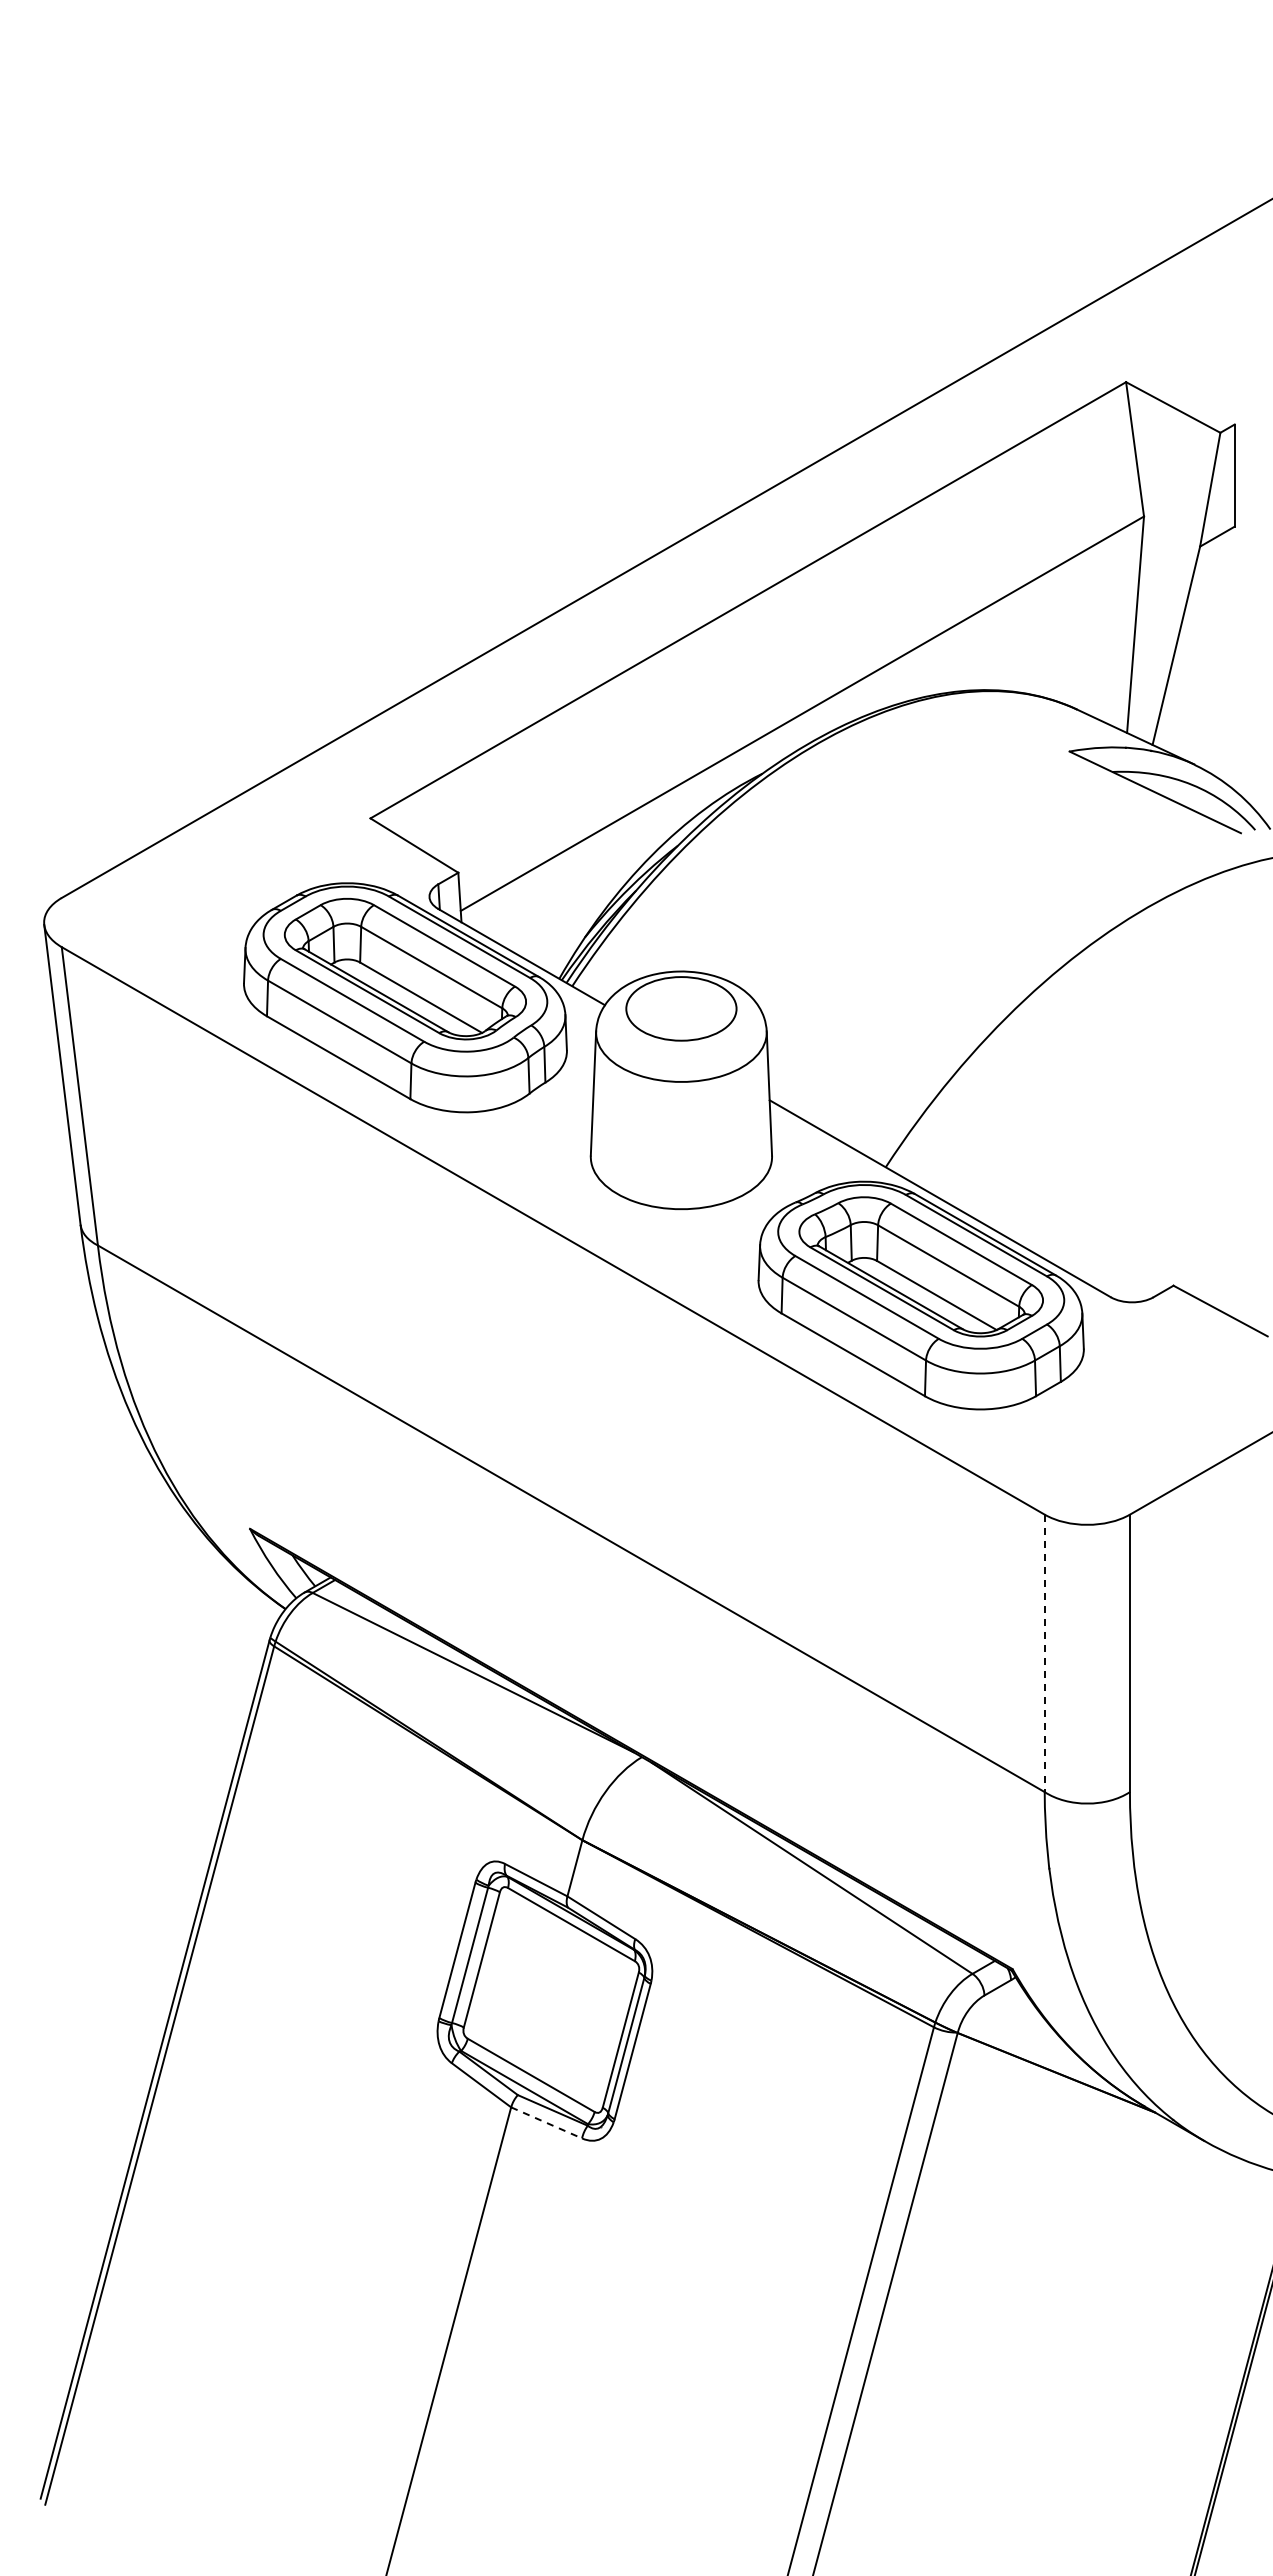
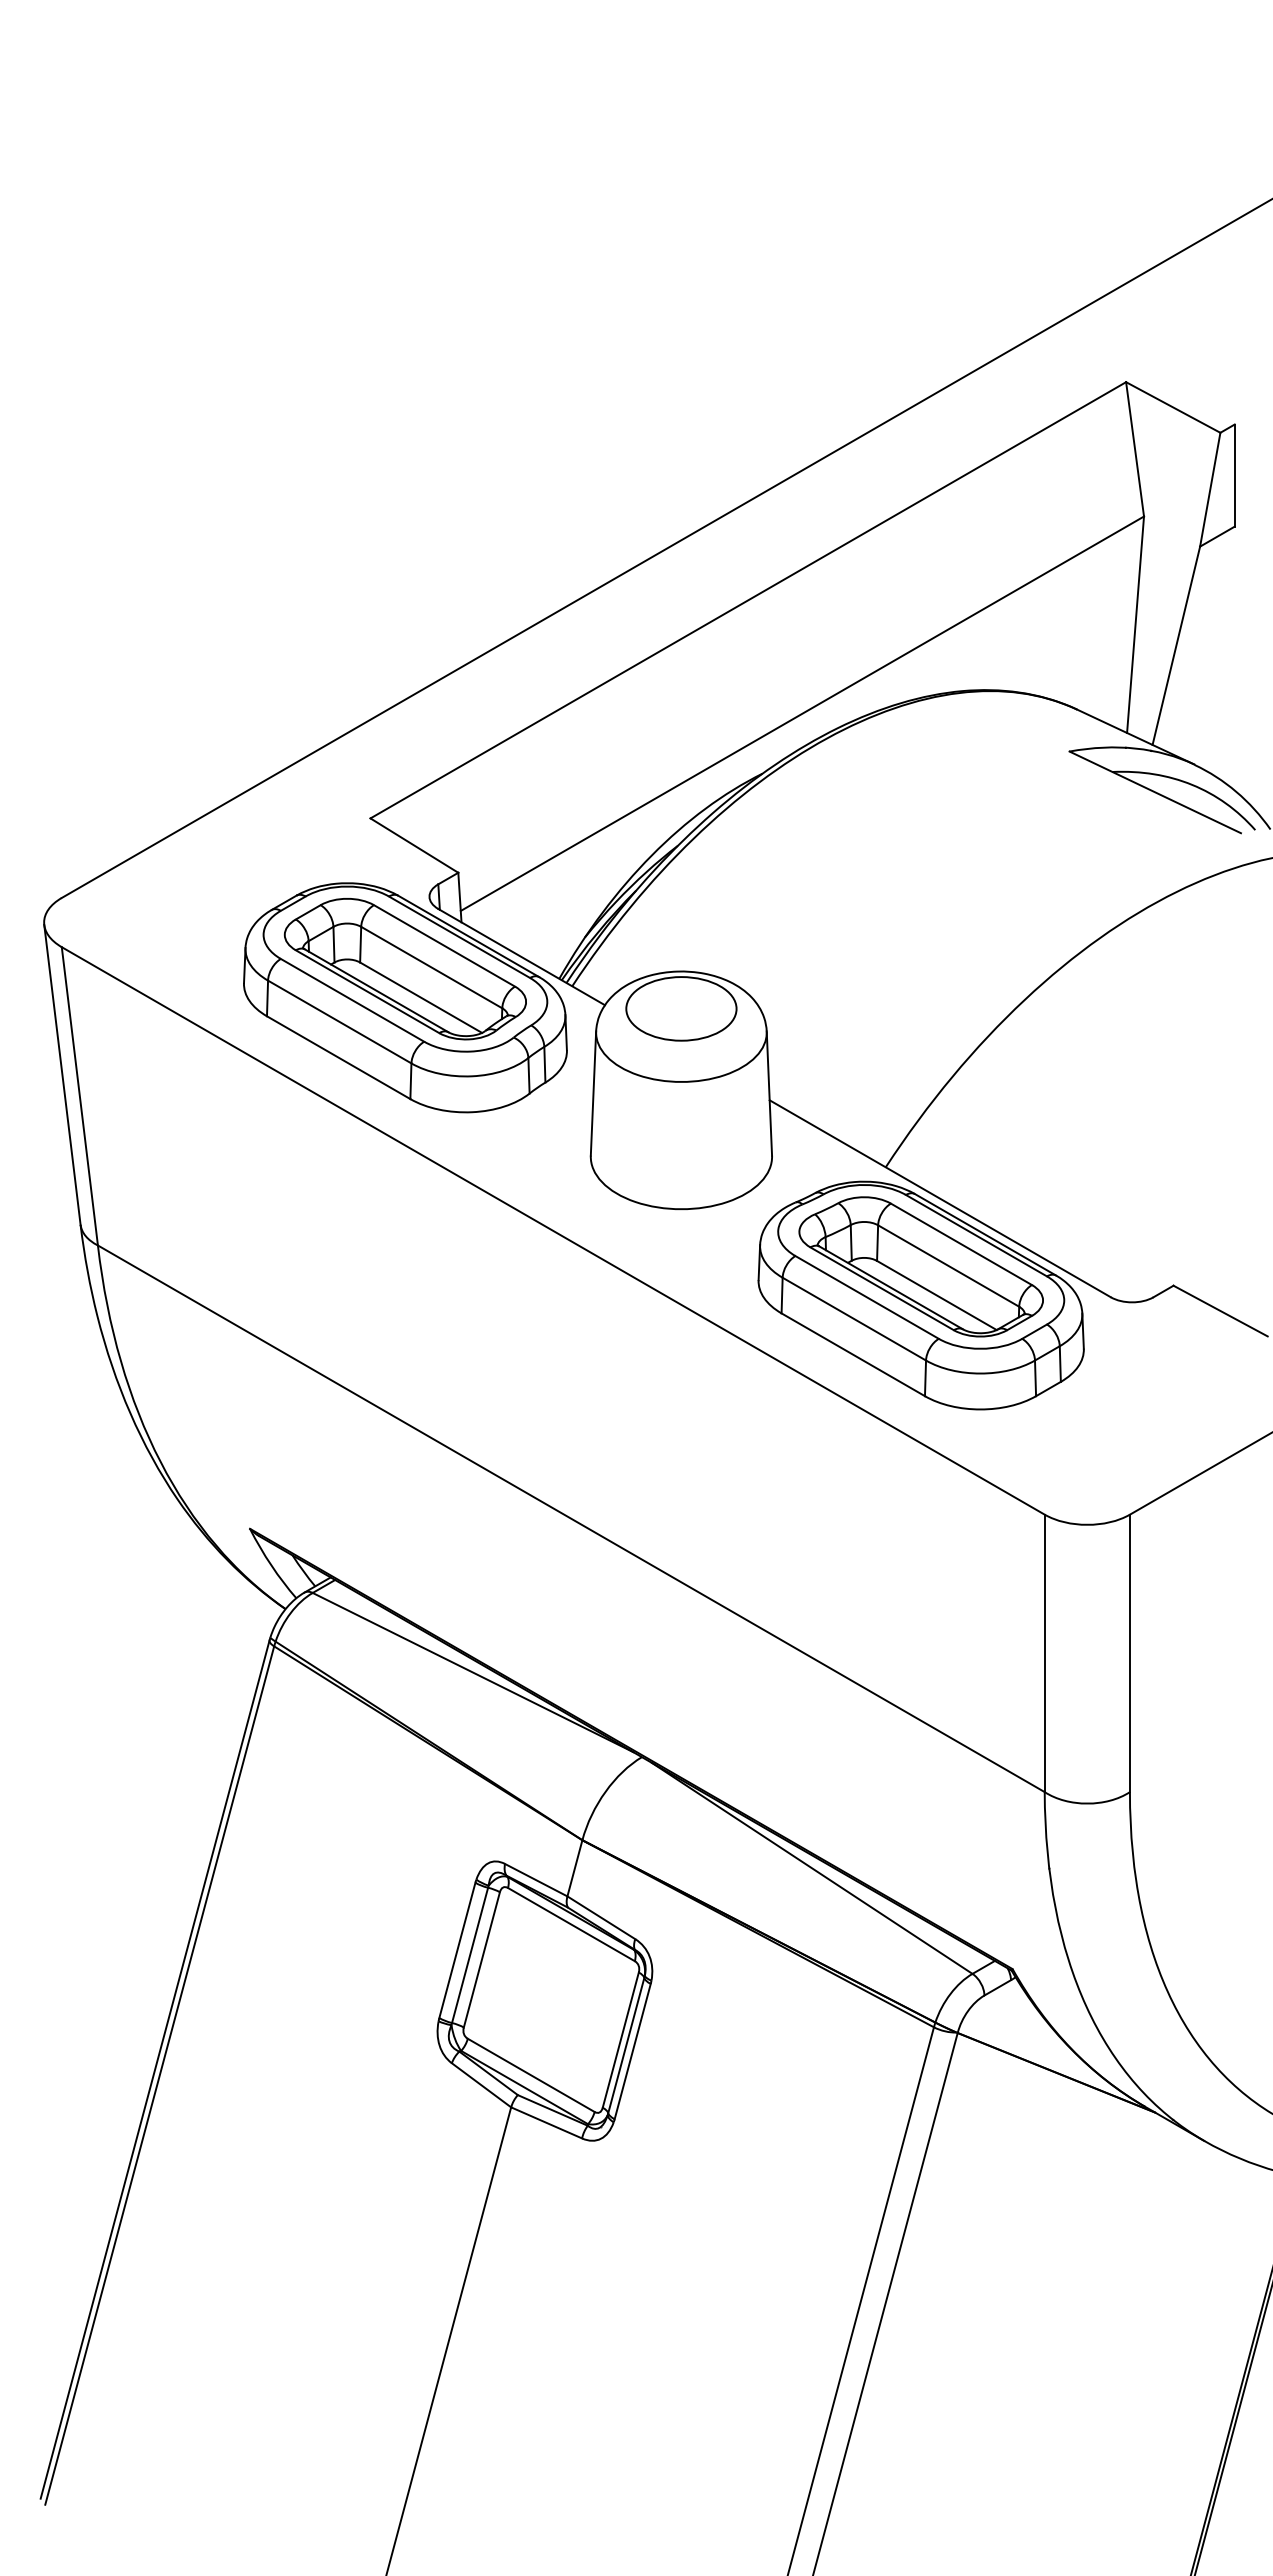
line at (1044, 1653): dashed -> solid
line at (546, 2122): dashed -> solid
